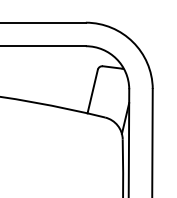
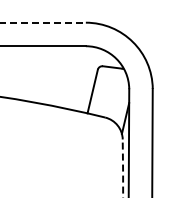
line at (43, 22): solid -> dashed
arc at (123, 169): solid -> dashed
